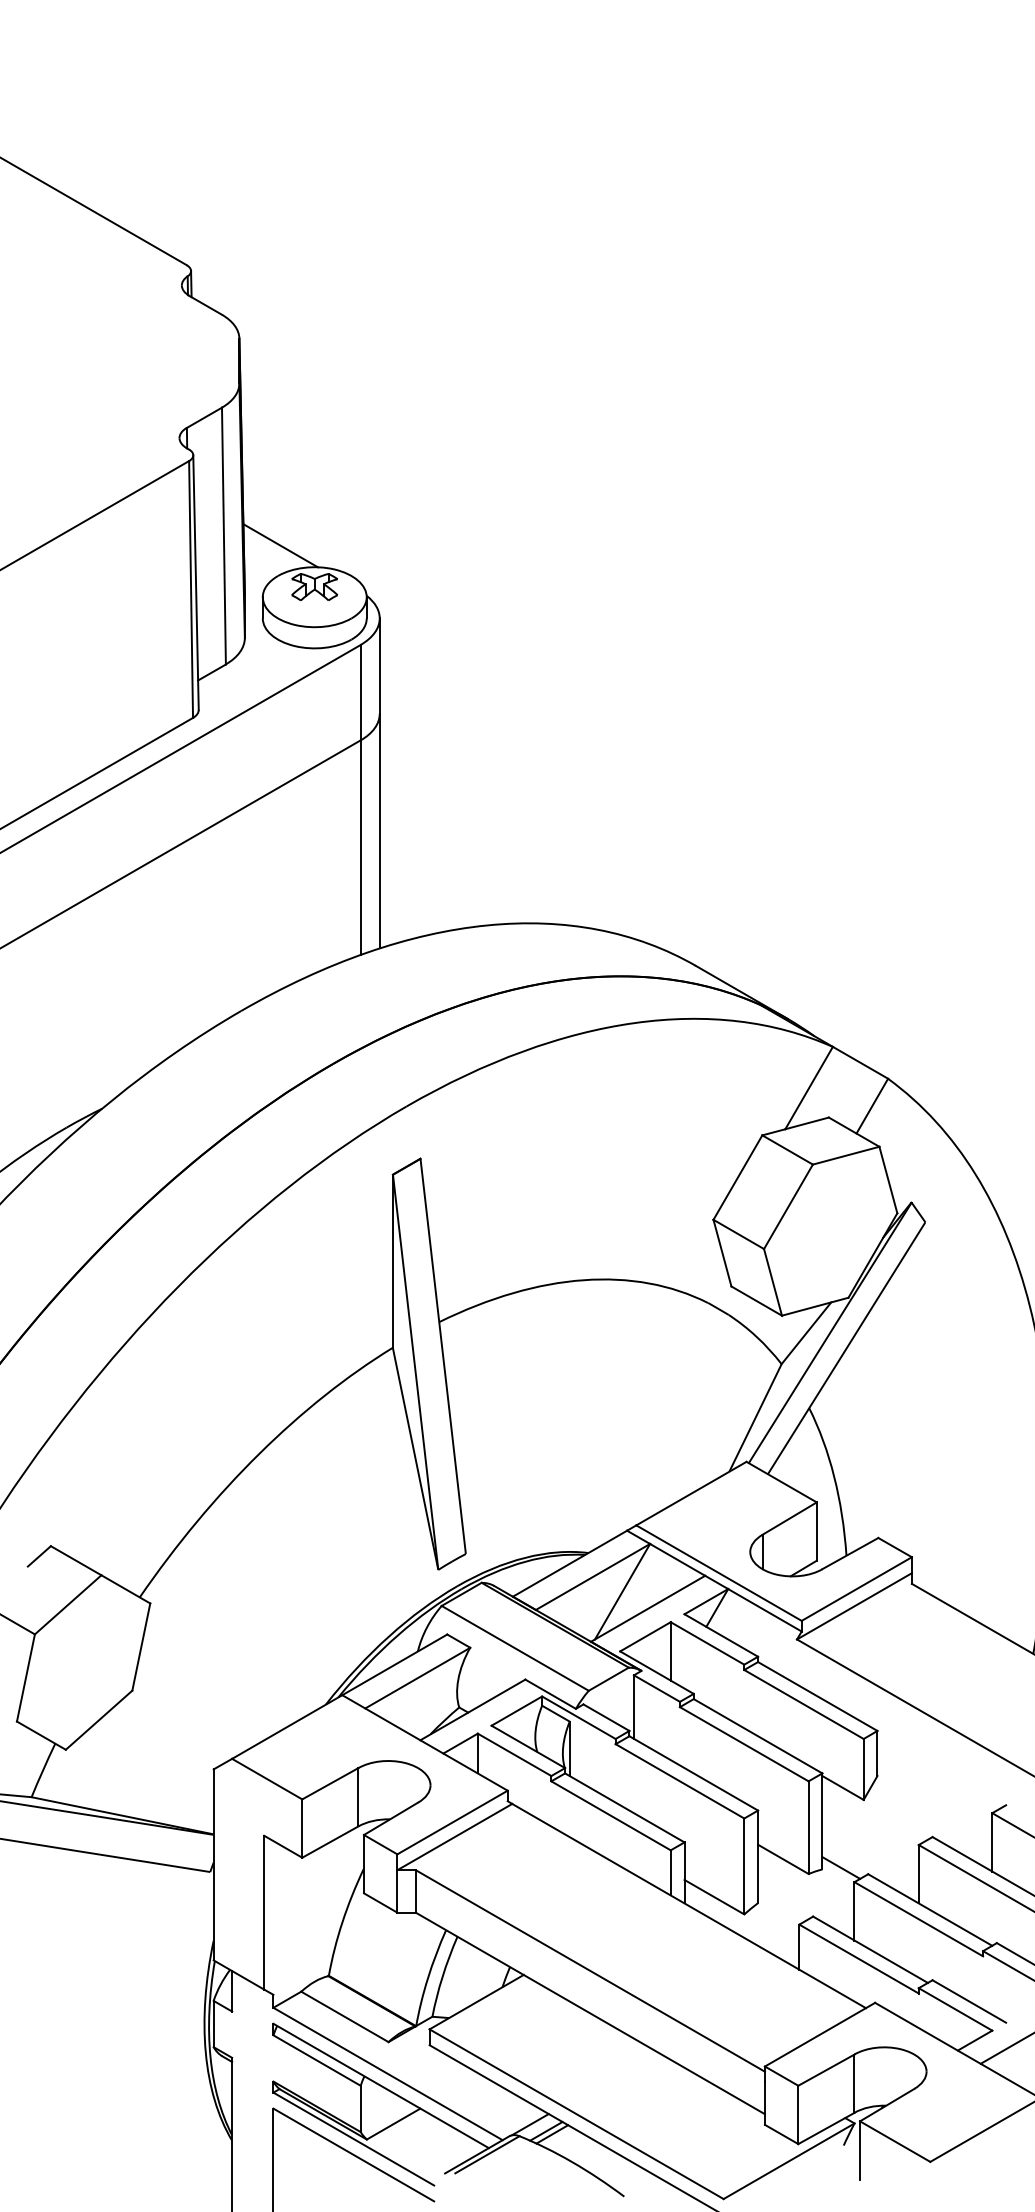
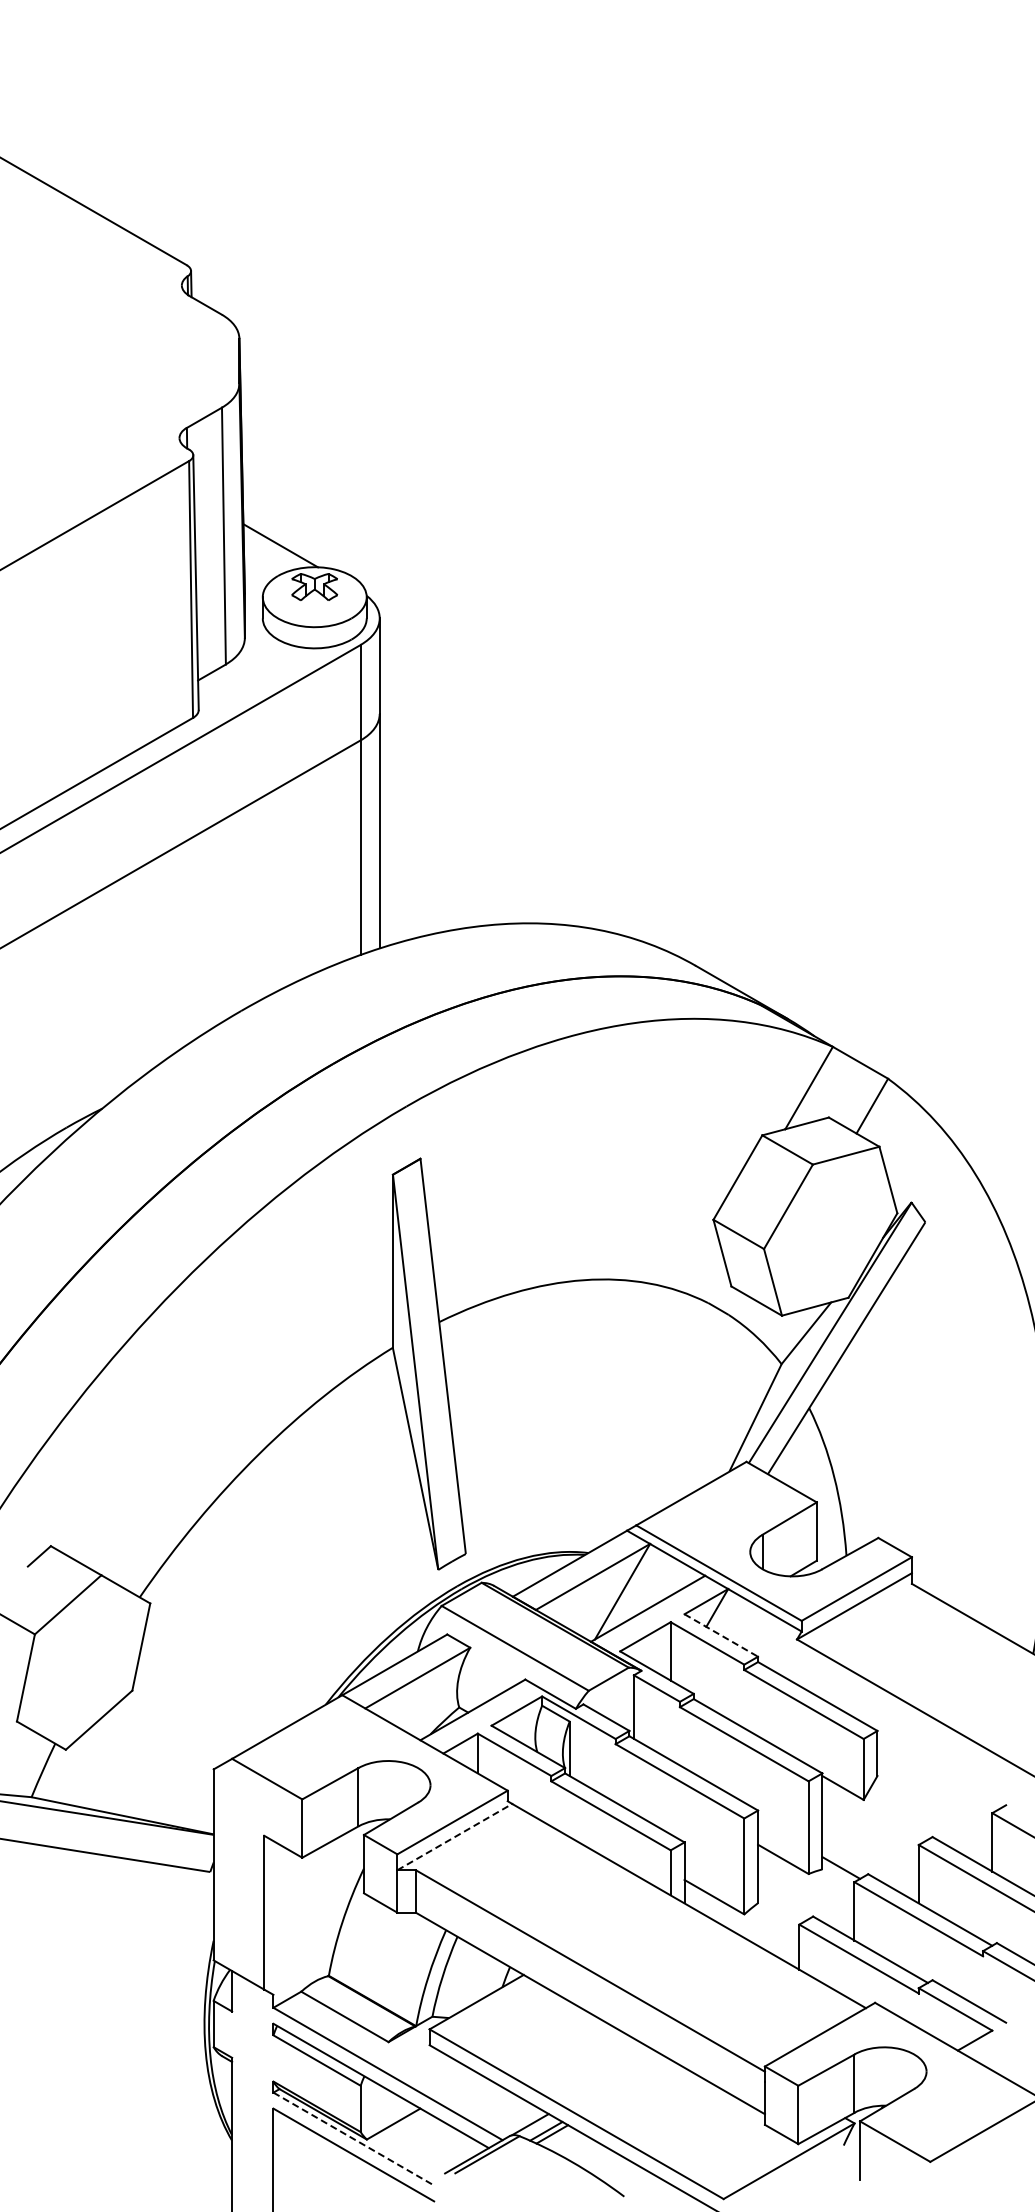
line at (721, 1635): solid -> dashed
line at (455, 1836): solid -> dashed
line at (1005, 2048): present -> none
line at (353, 2139): solid -> dashed
